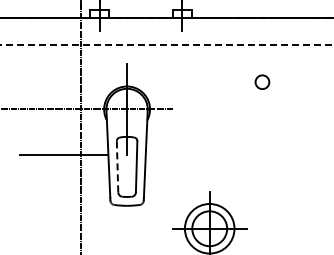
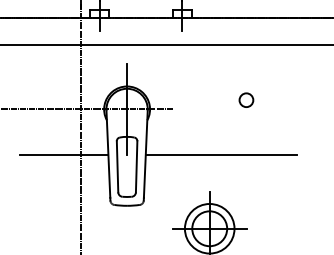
line at (167, 45): dashed -> solid
circle at (262, 81) position: (262, 81) -> (246, 99)
line at (220, 155): none -> present
line at (117, 166): dashed -> solid
